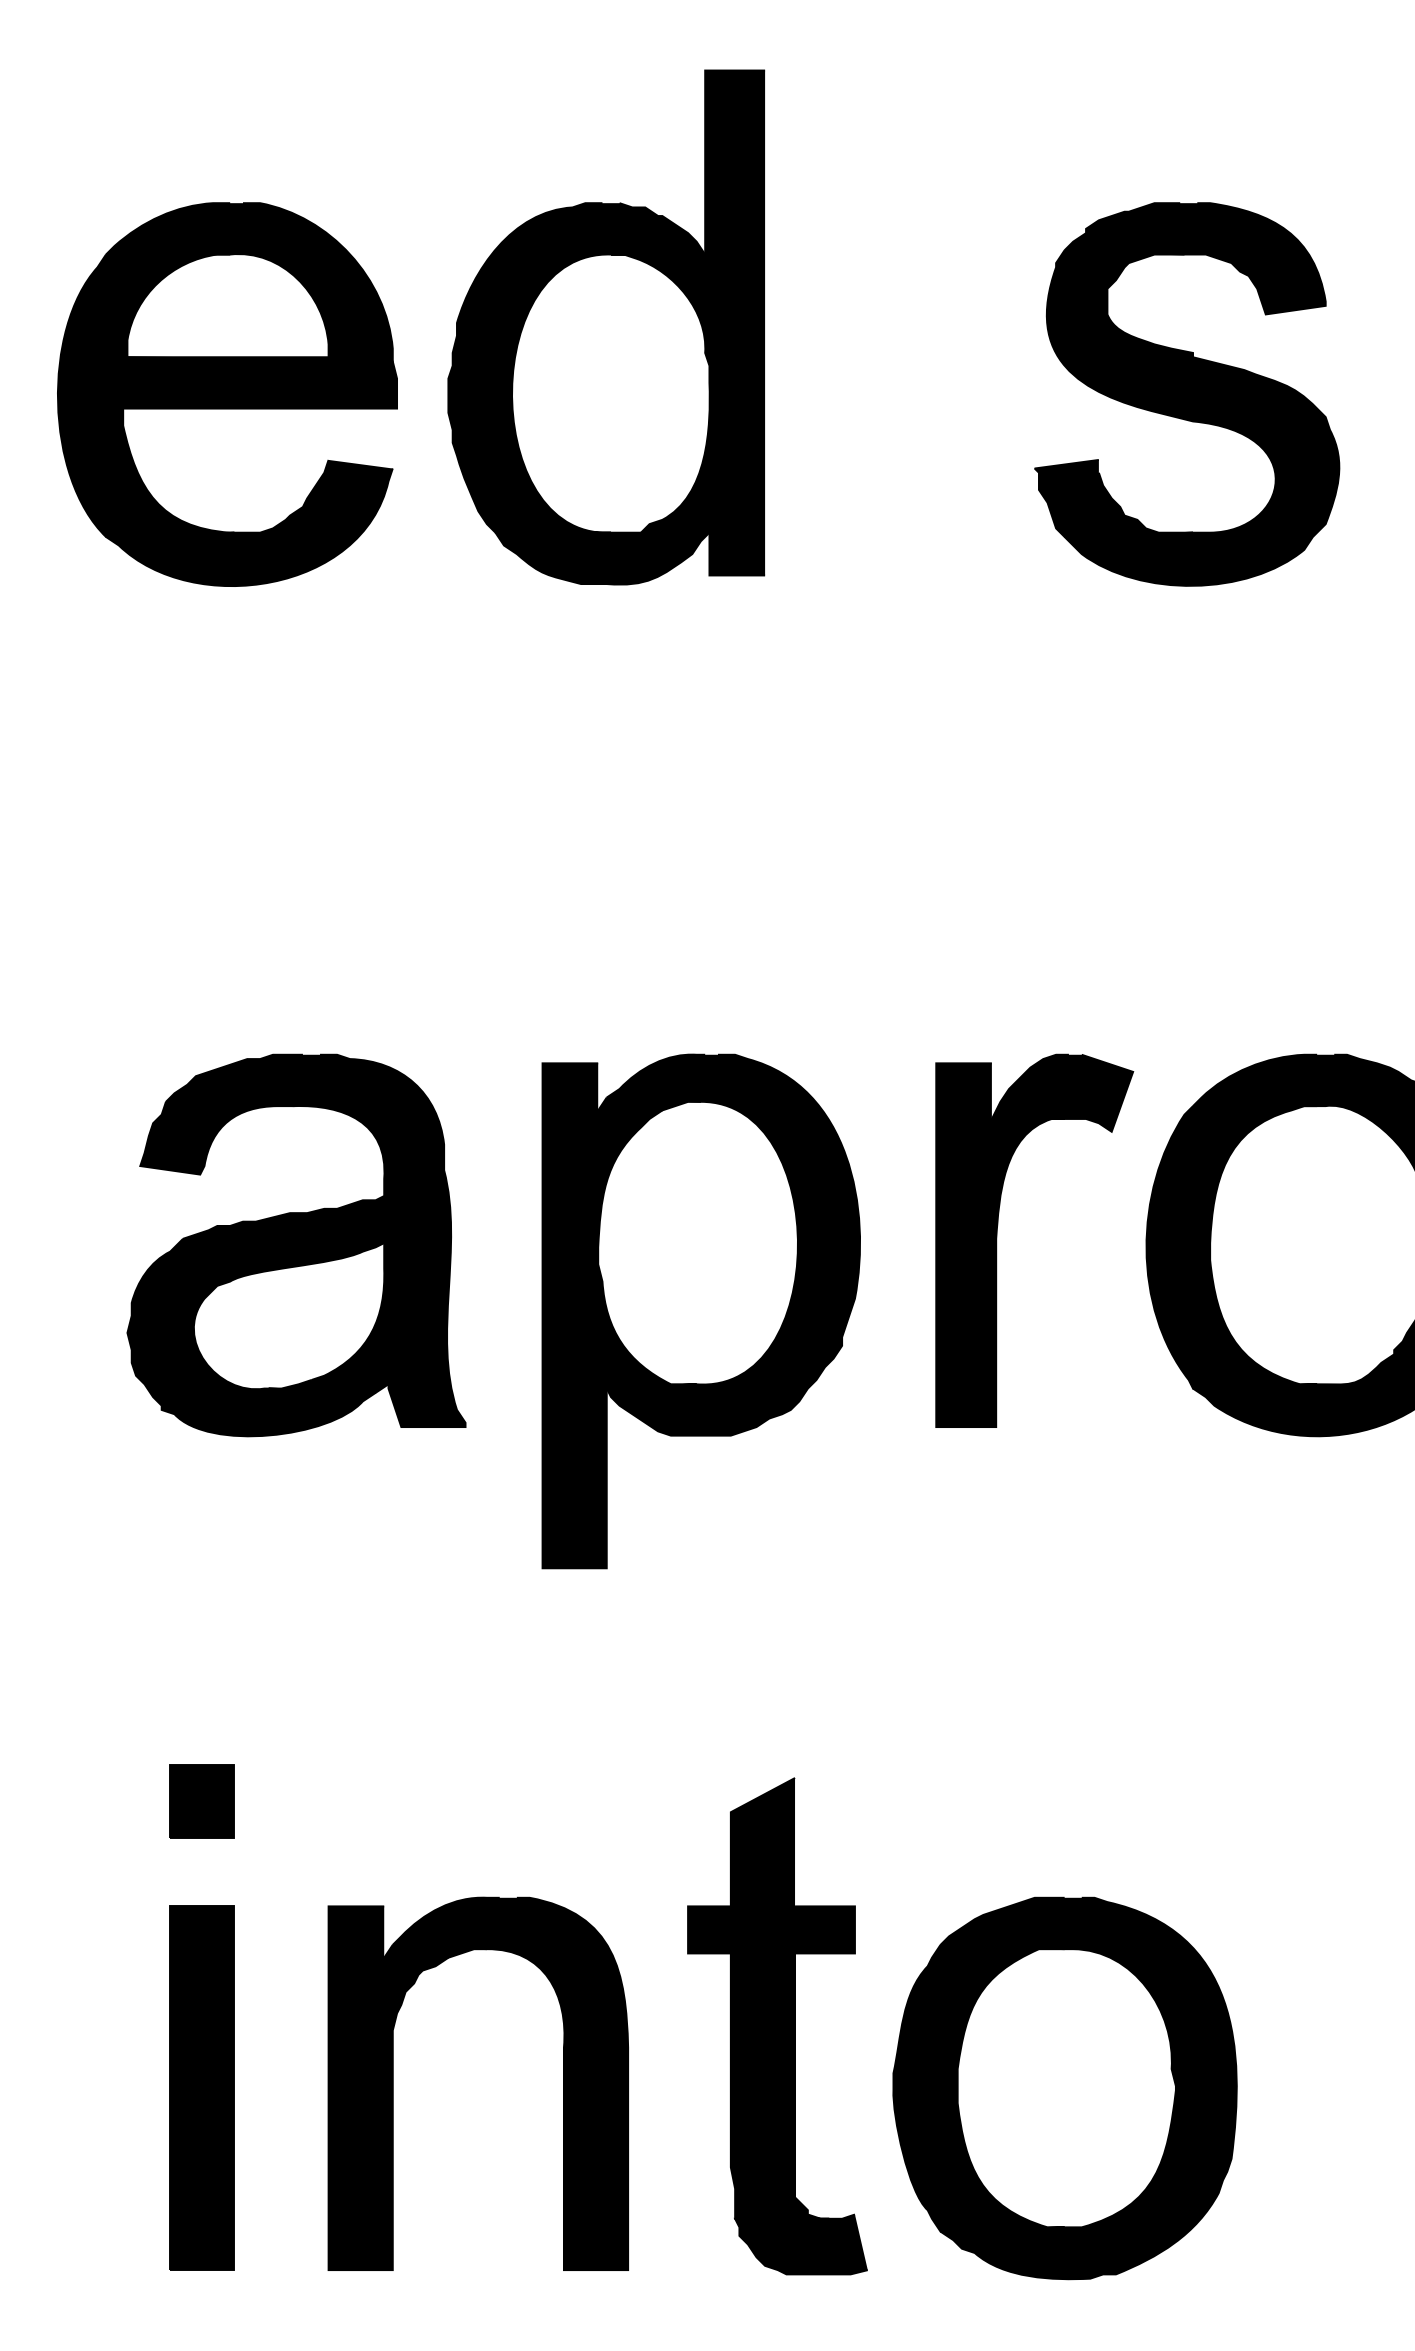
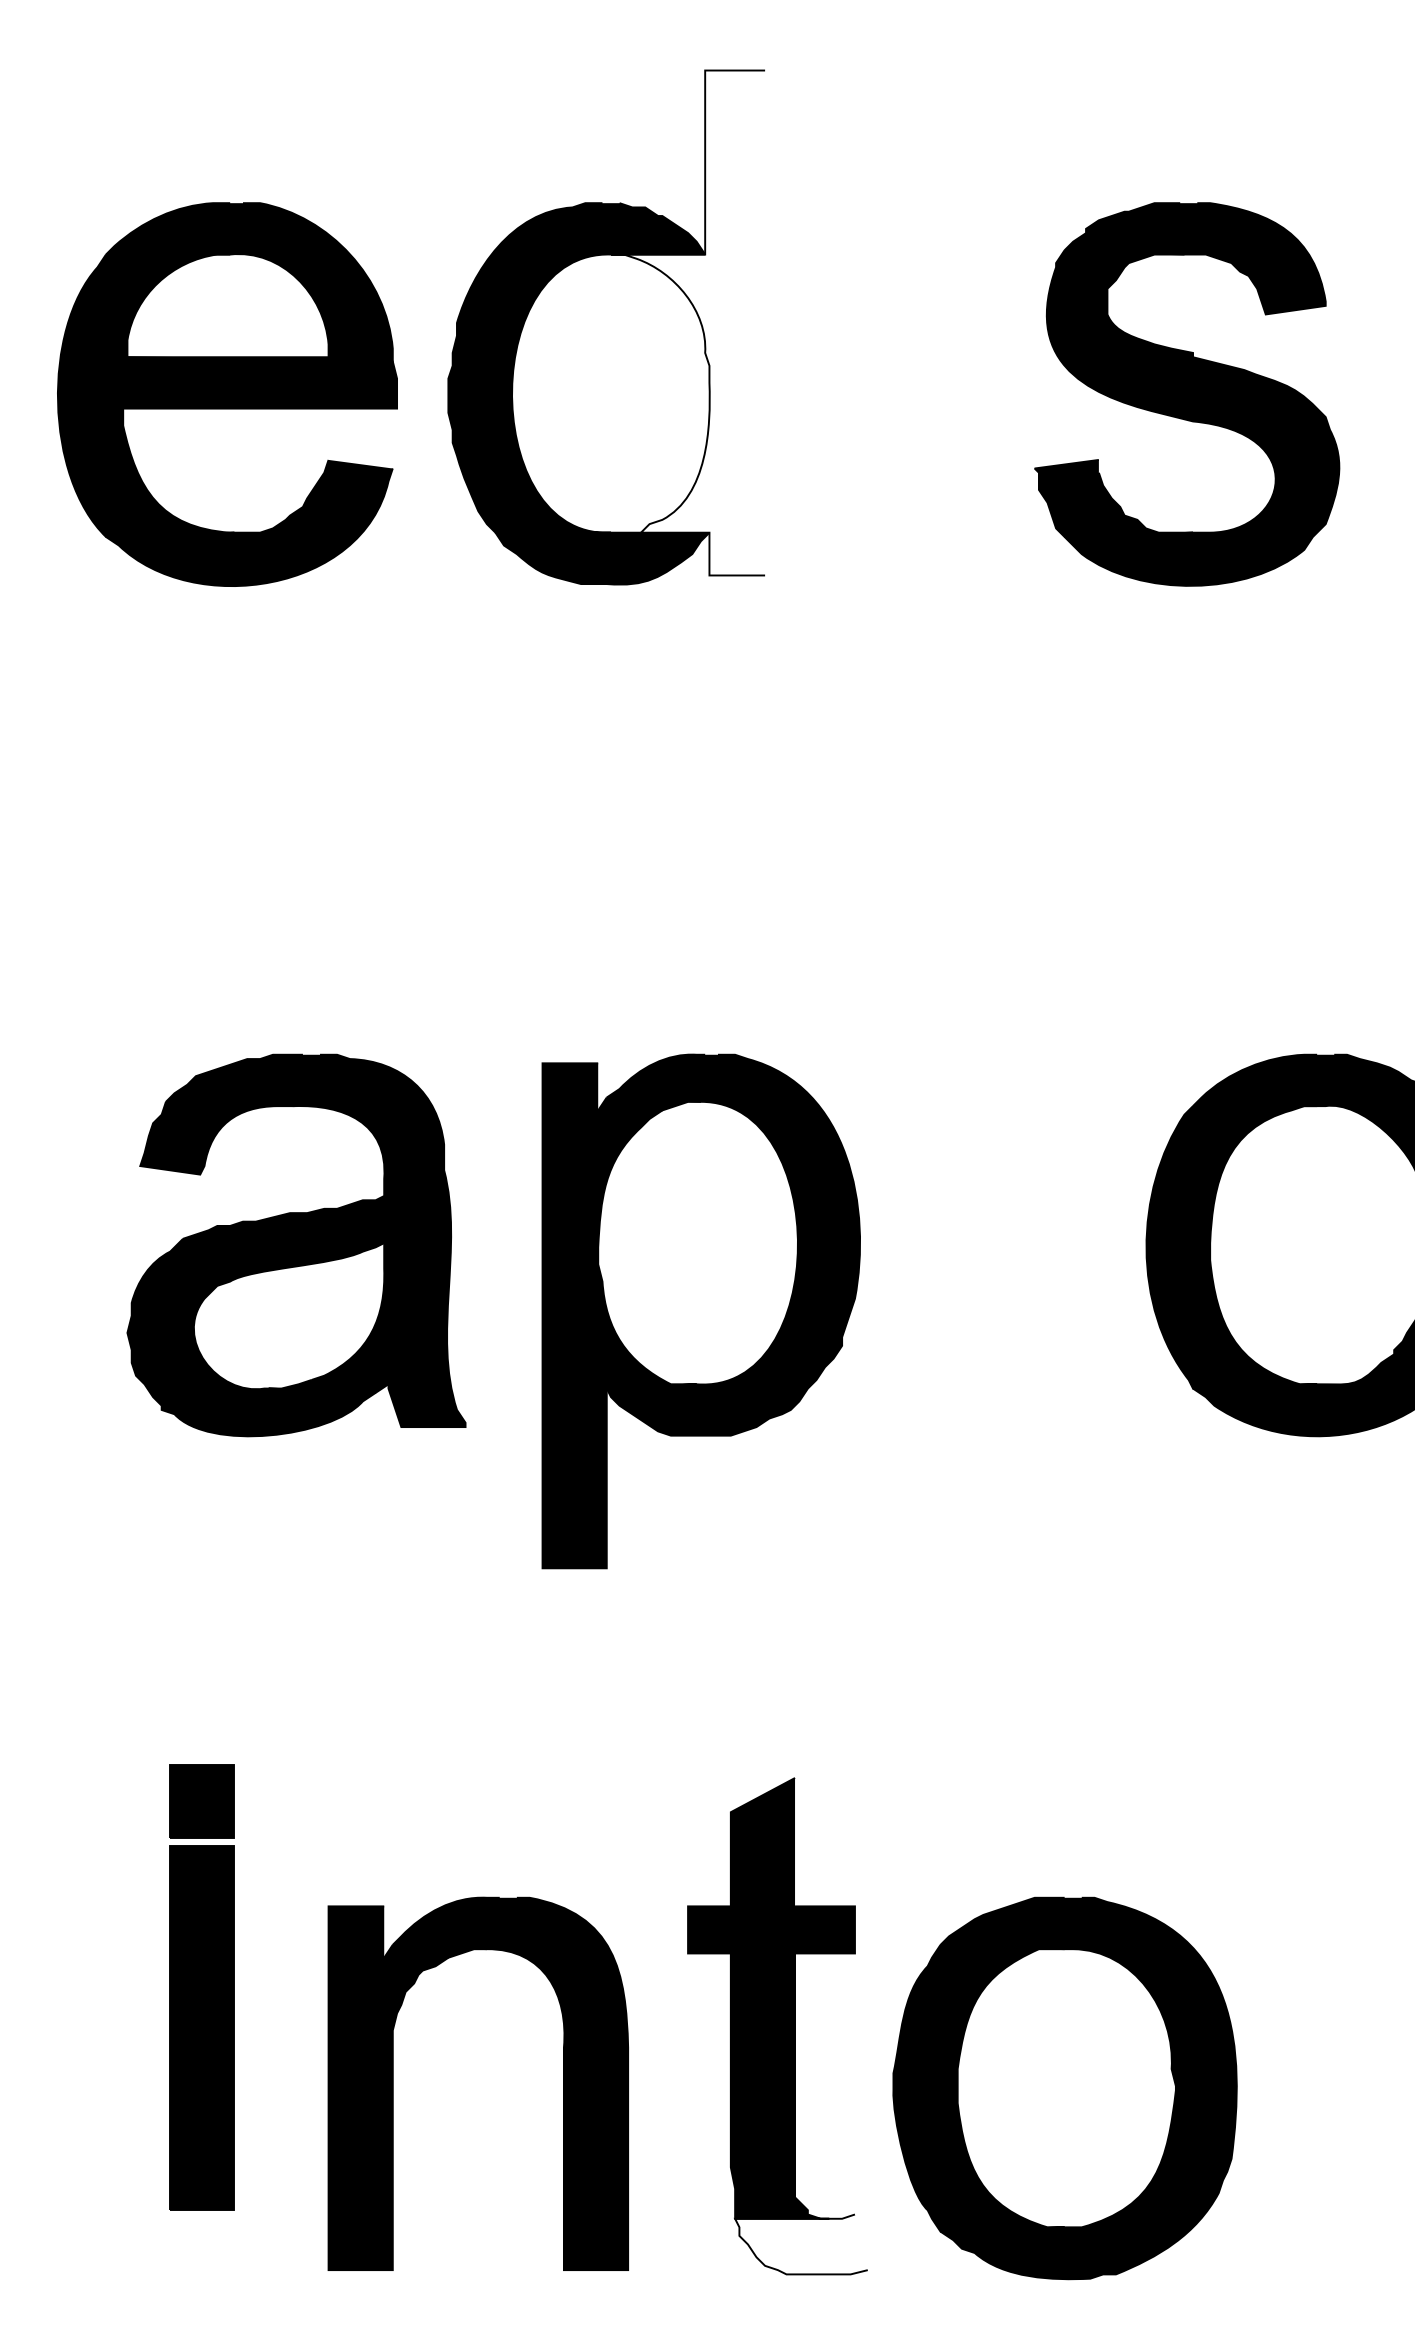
fill at (688, 322): present -> none
part at (997, 1240): present -> none
part at (201, 2087) position: (201, 2087) -> (201, 2027)
fill at (801, 2244): present -> none
